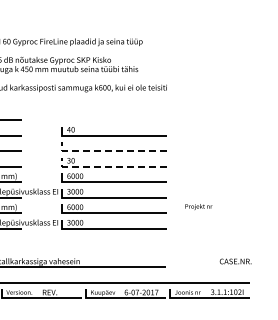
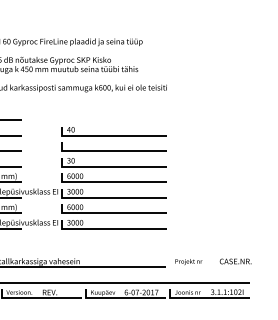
line at (109, 151): dashed -> solid
line at (109, 166): dashed -> solid
text at (198, 207) position: (198, 207) -> (188, 262)
